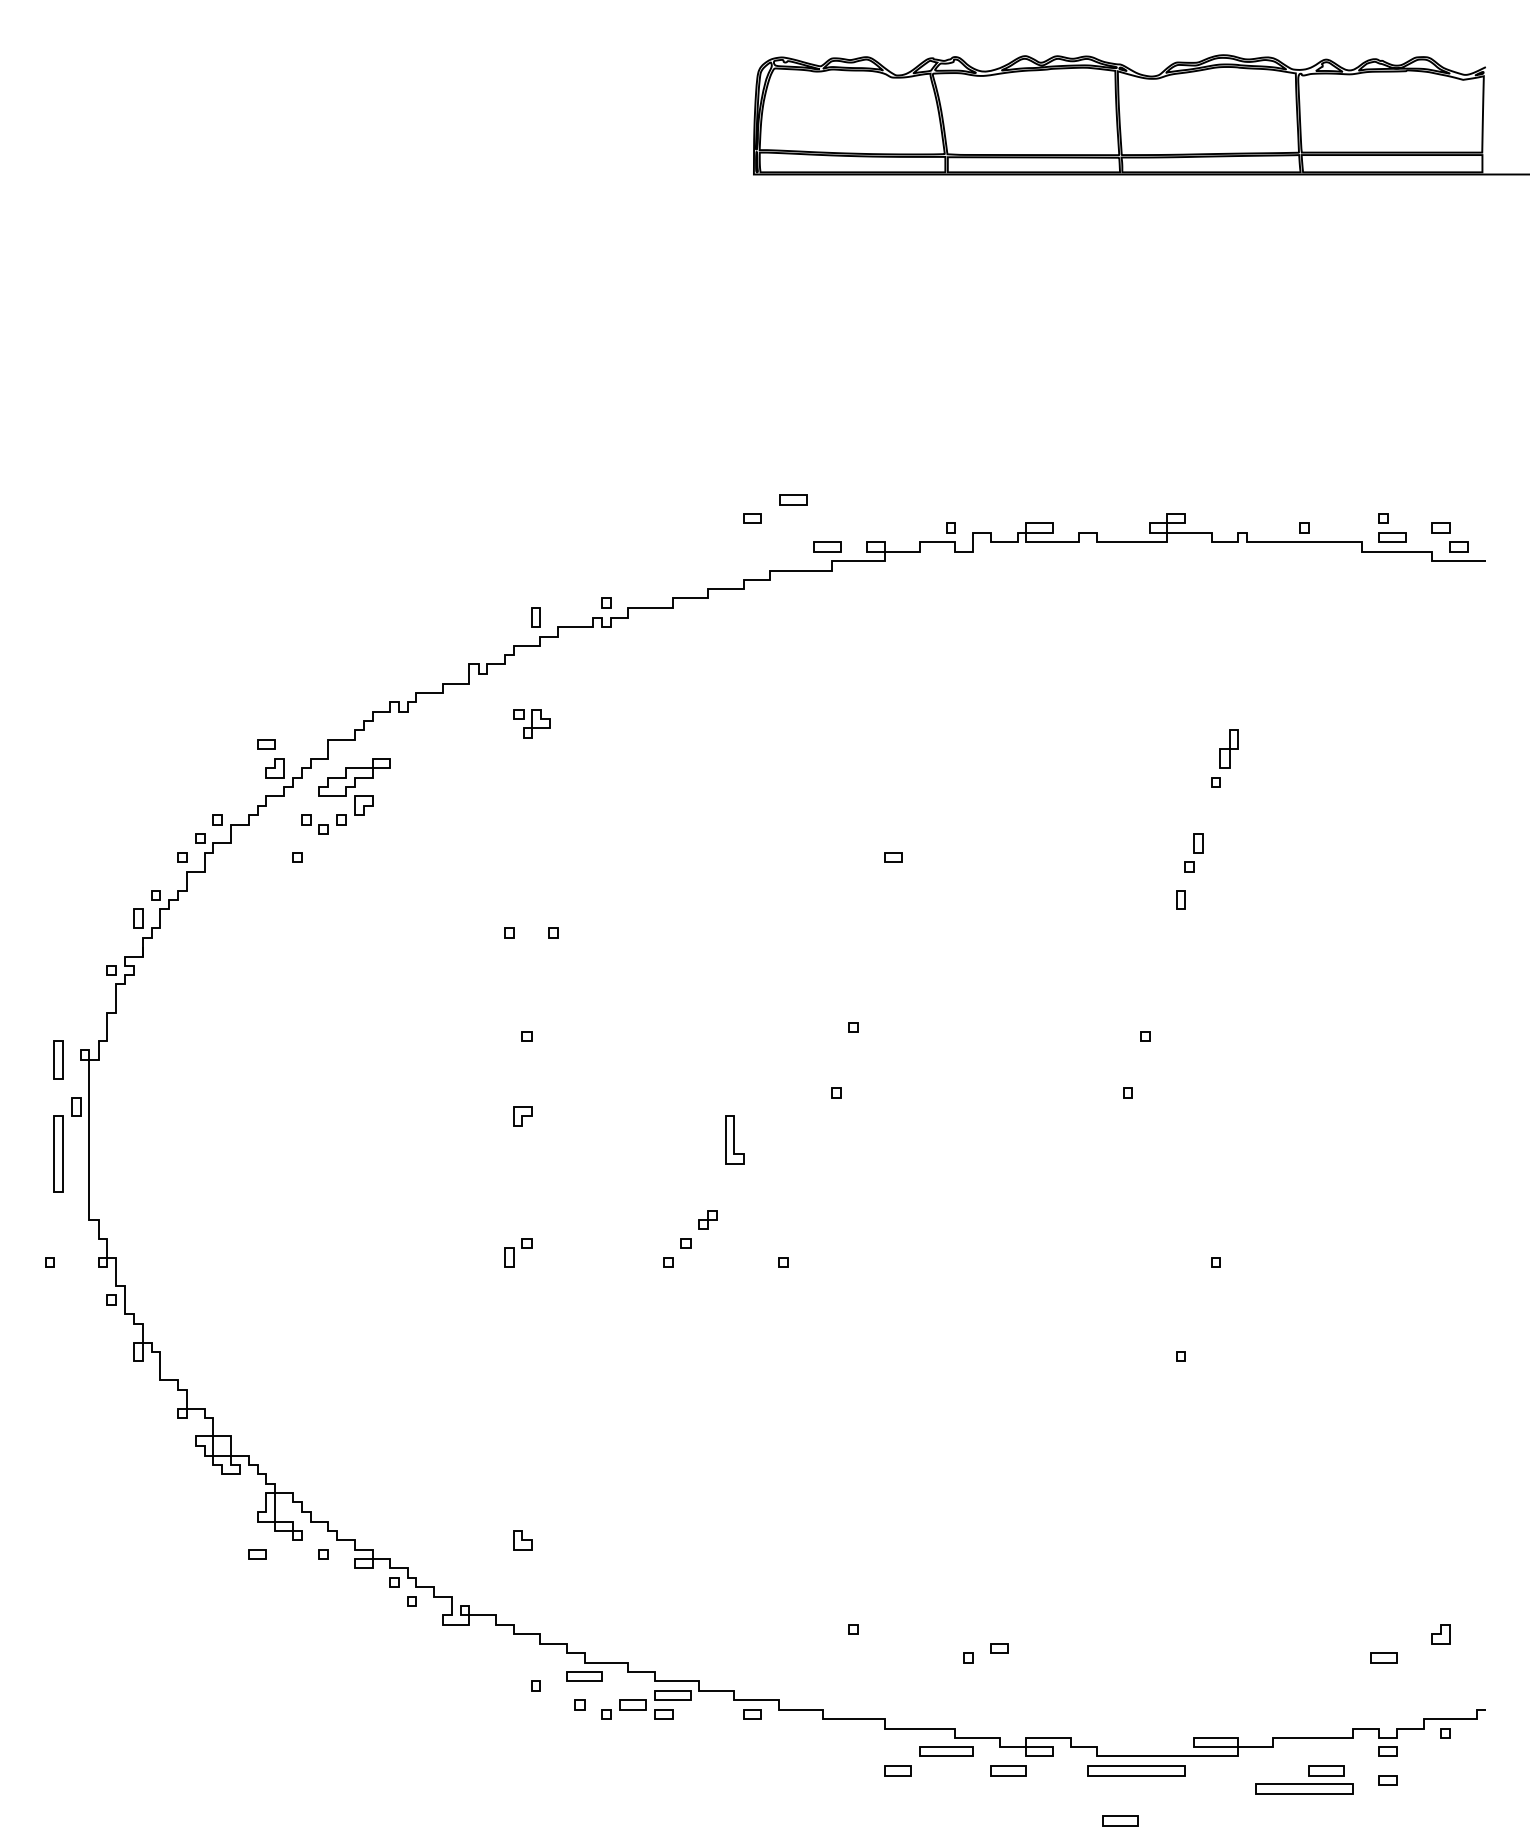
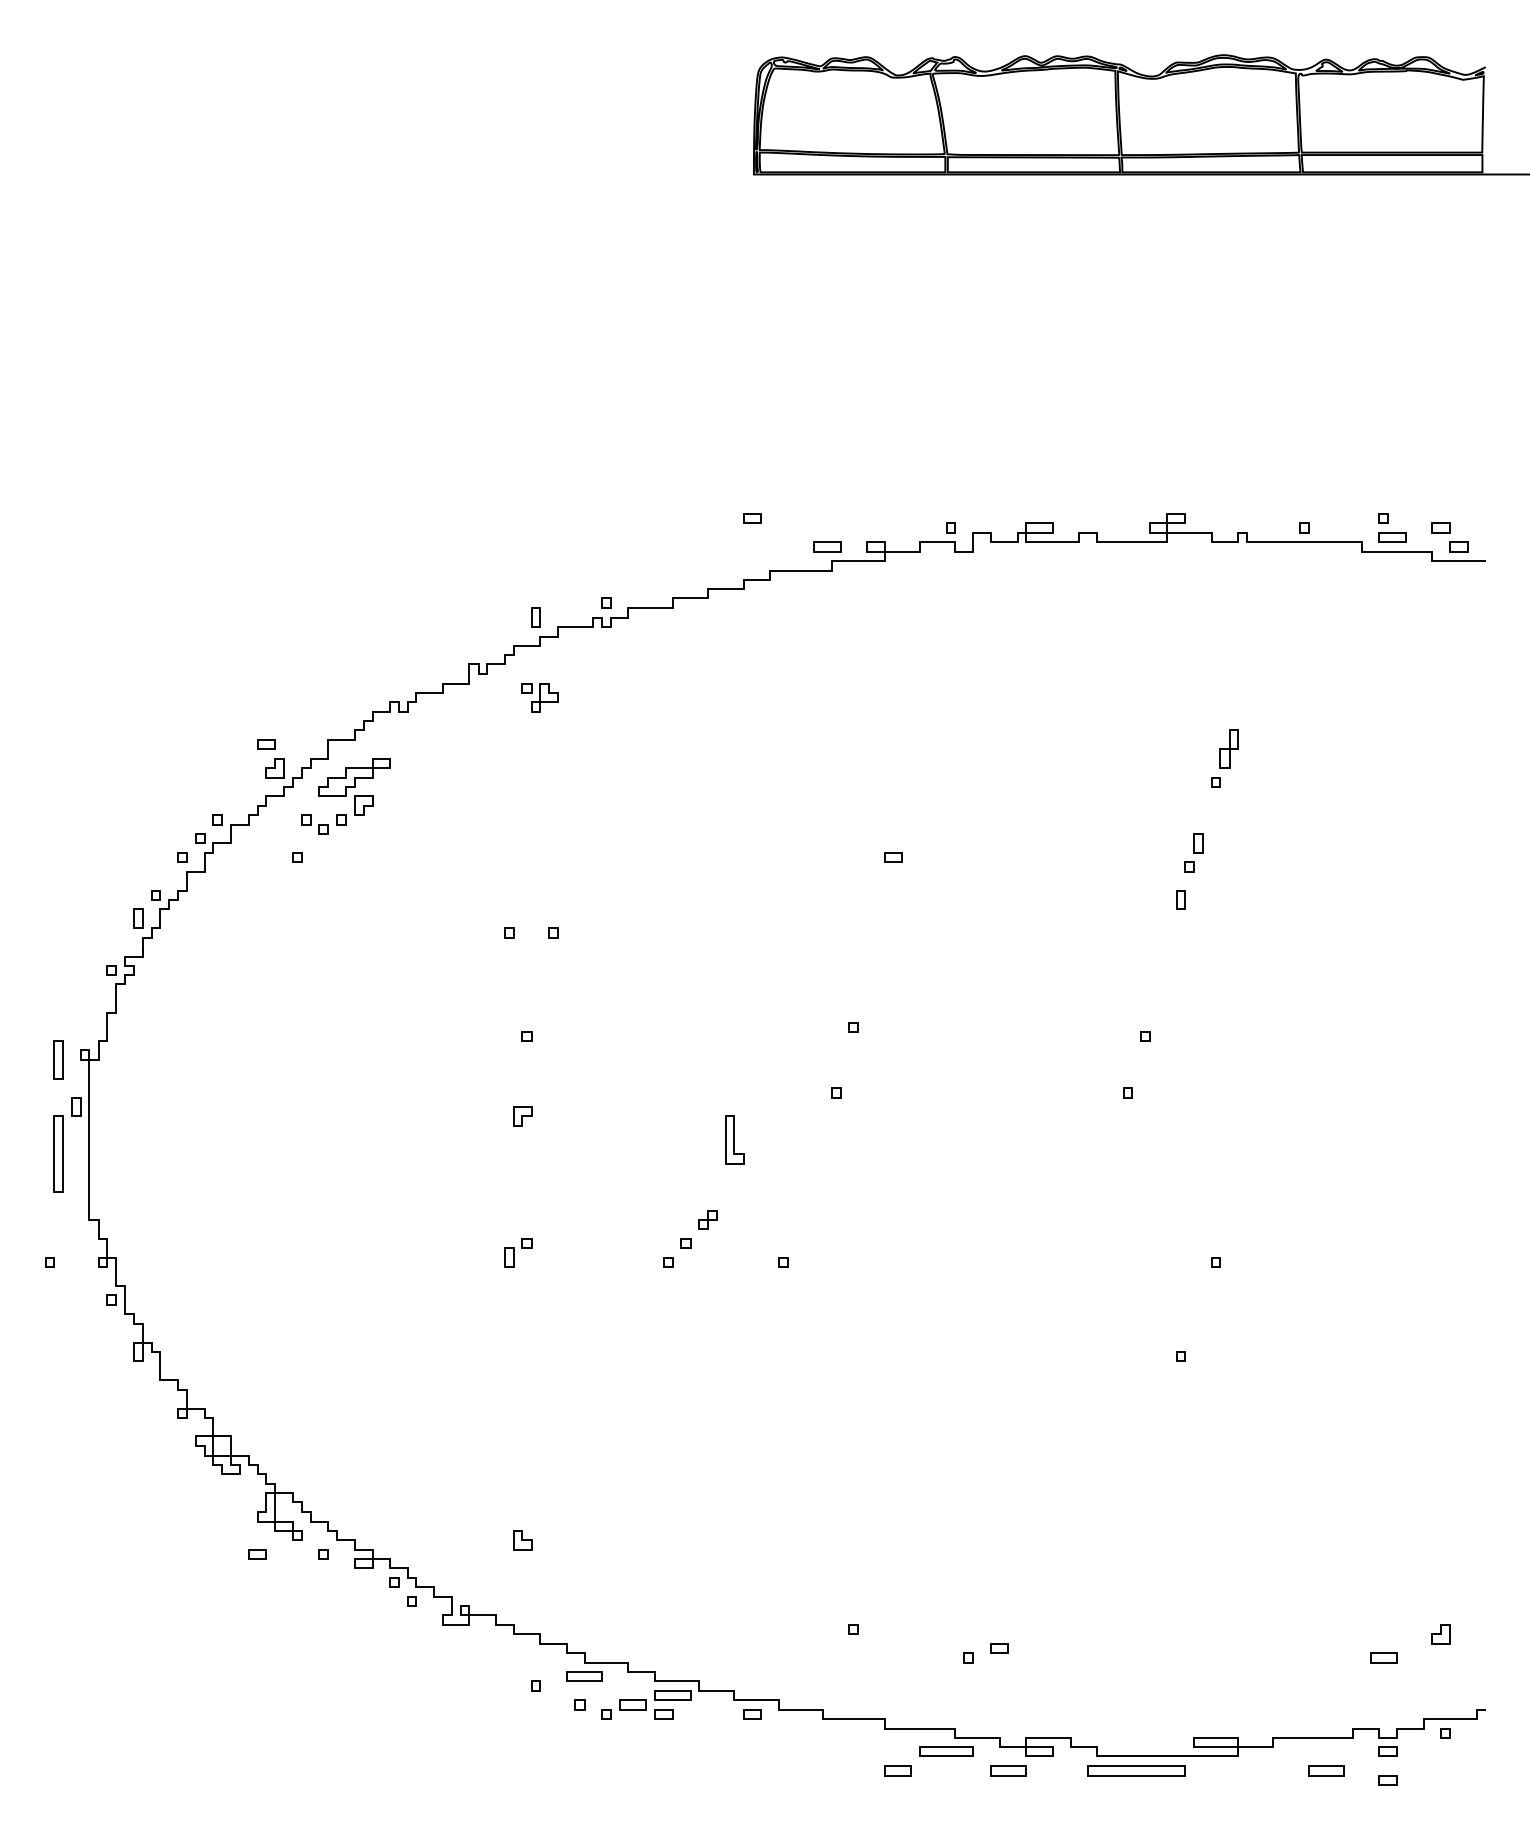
part at (793, 499): present -> none
part at (531, 723) position: (531, 723) -> (539, 697)
part at (1304, 1788): present -> none
part at (1120, 1820): present -> none
